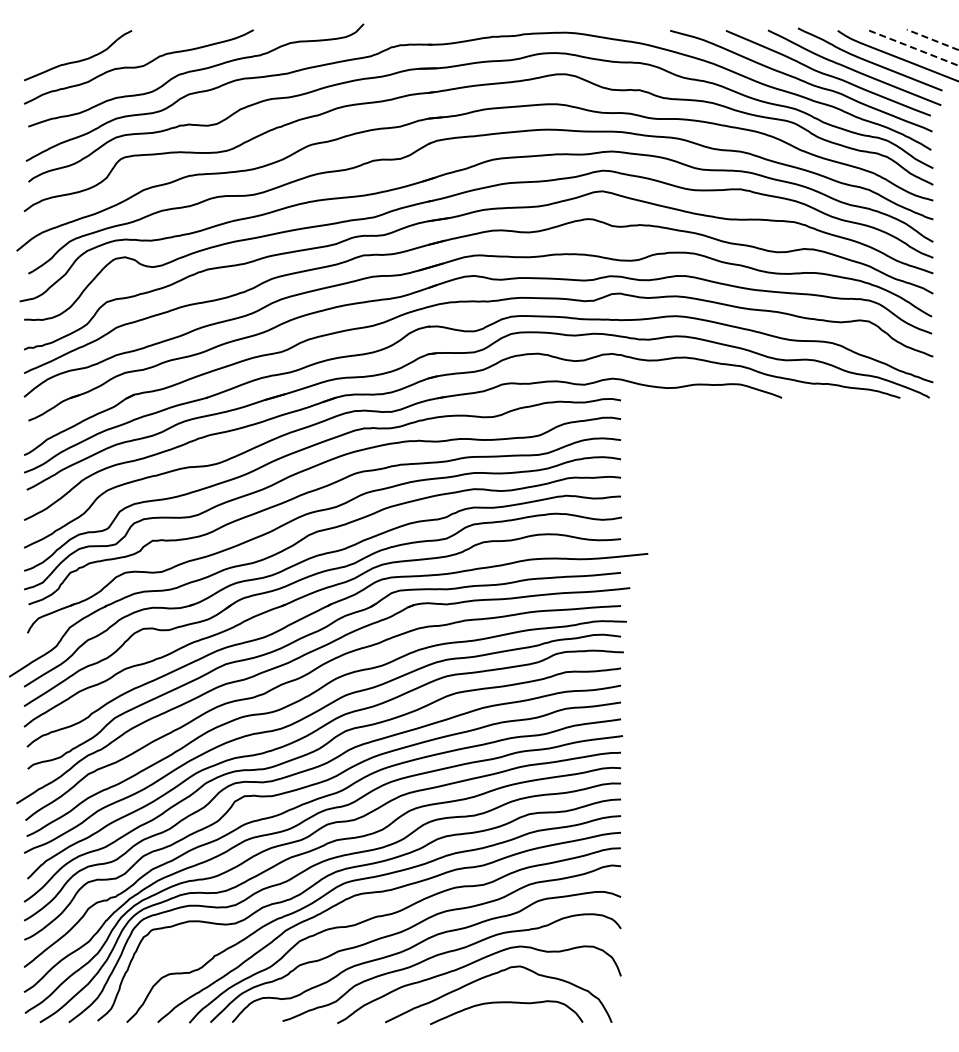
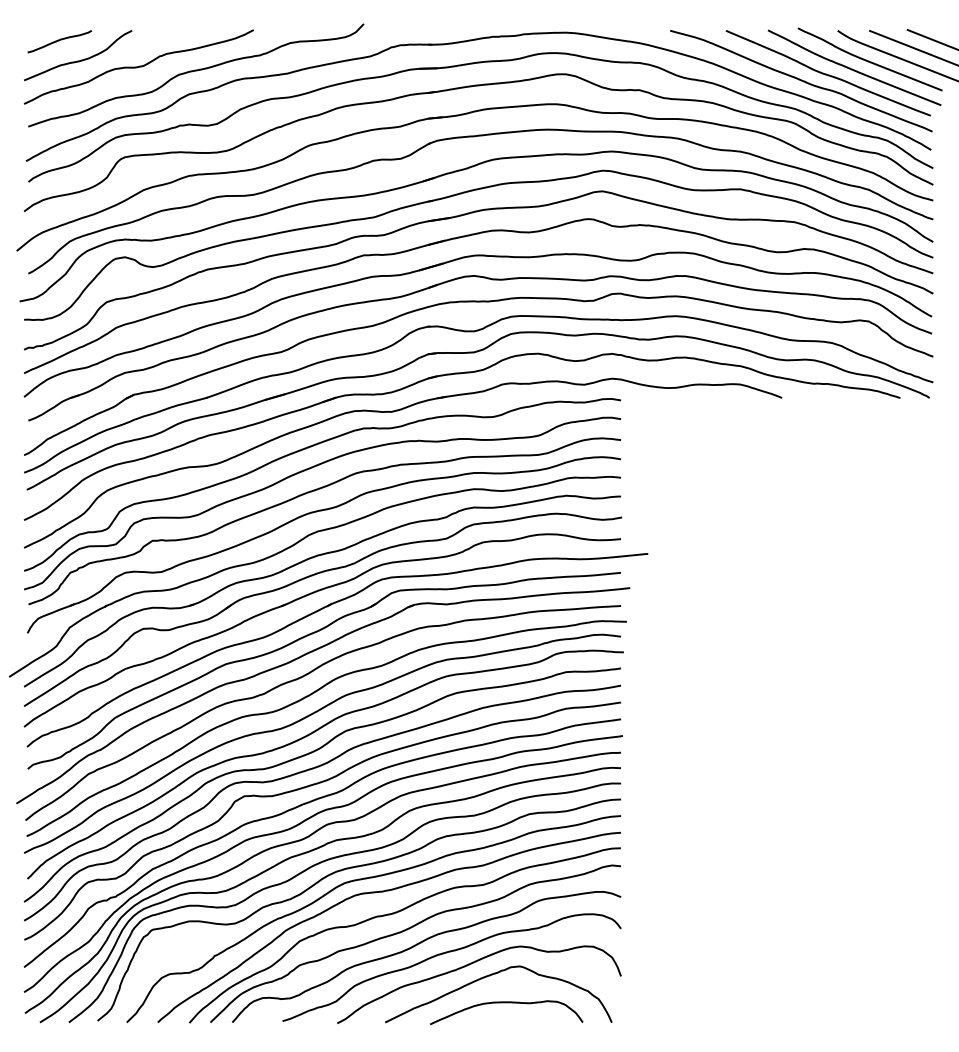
line at (932, 39): dashed -> solid
curve at (59, 41): none -> present
line at (913, 47): dashed -> solid
